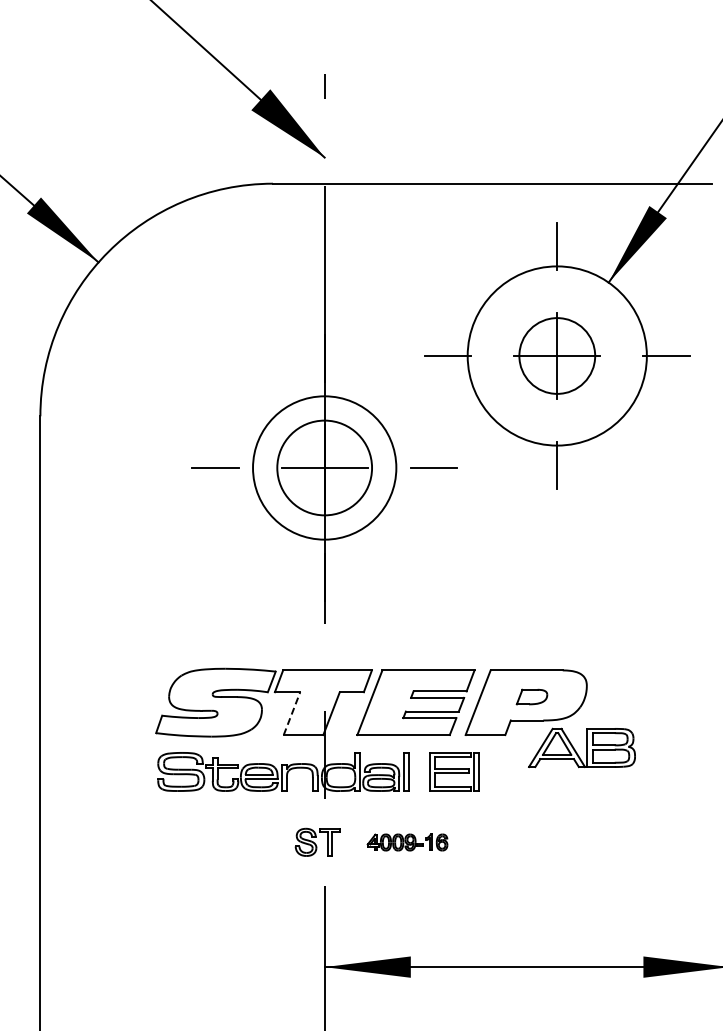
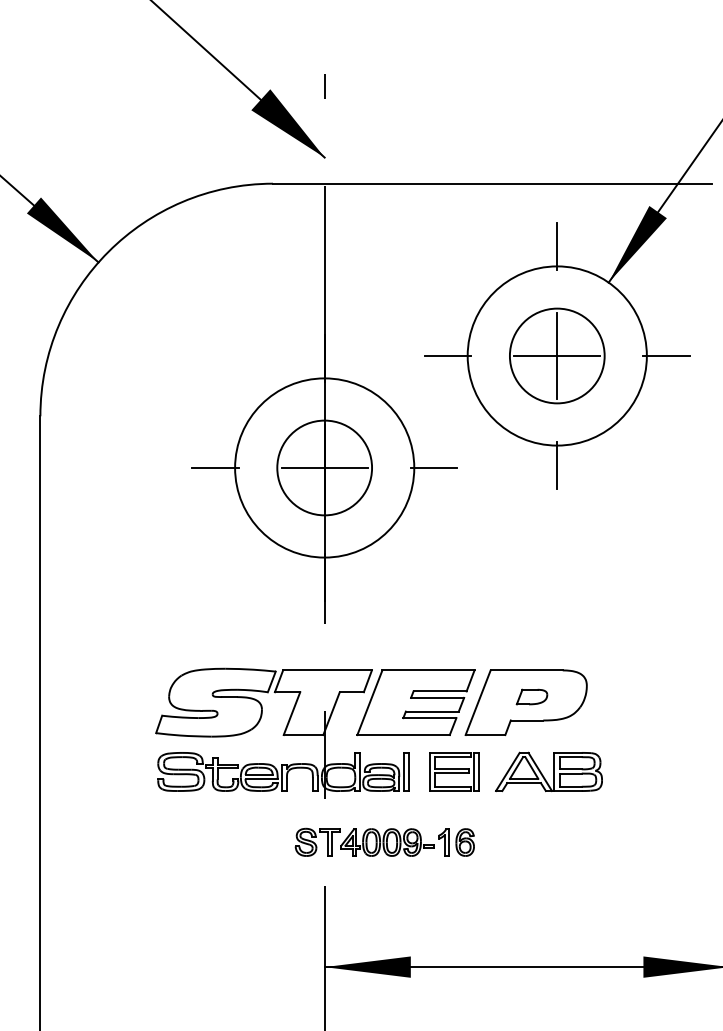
circle at (557, 355) diameter: 76 px -> 95 px
circle at (324, 467) diameter: 143 px -> 179 px
line at (292, 713): dashed -> solid
part at (581, 747) position: (581, 747) -> (548, 771)
part at (407, 842) size: 83x19 px -> 135x29 px
